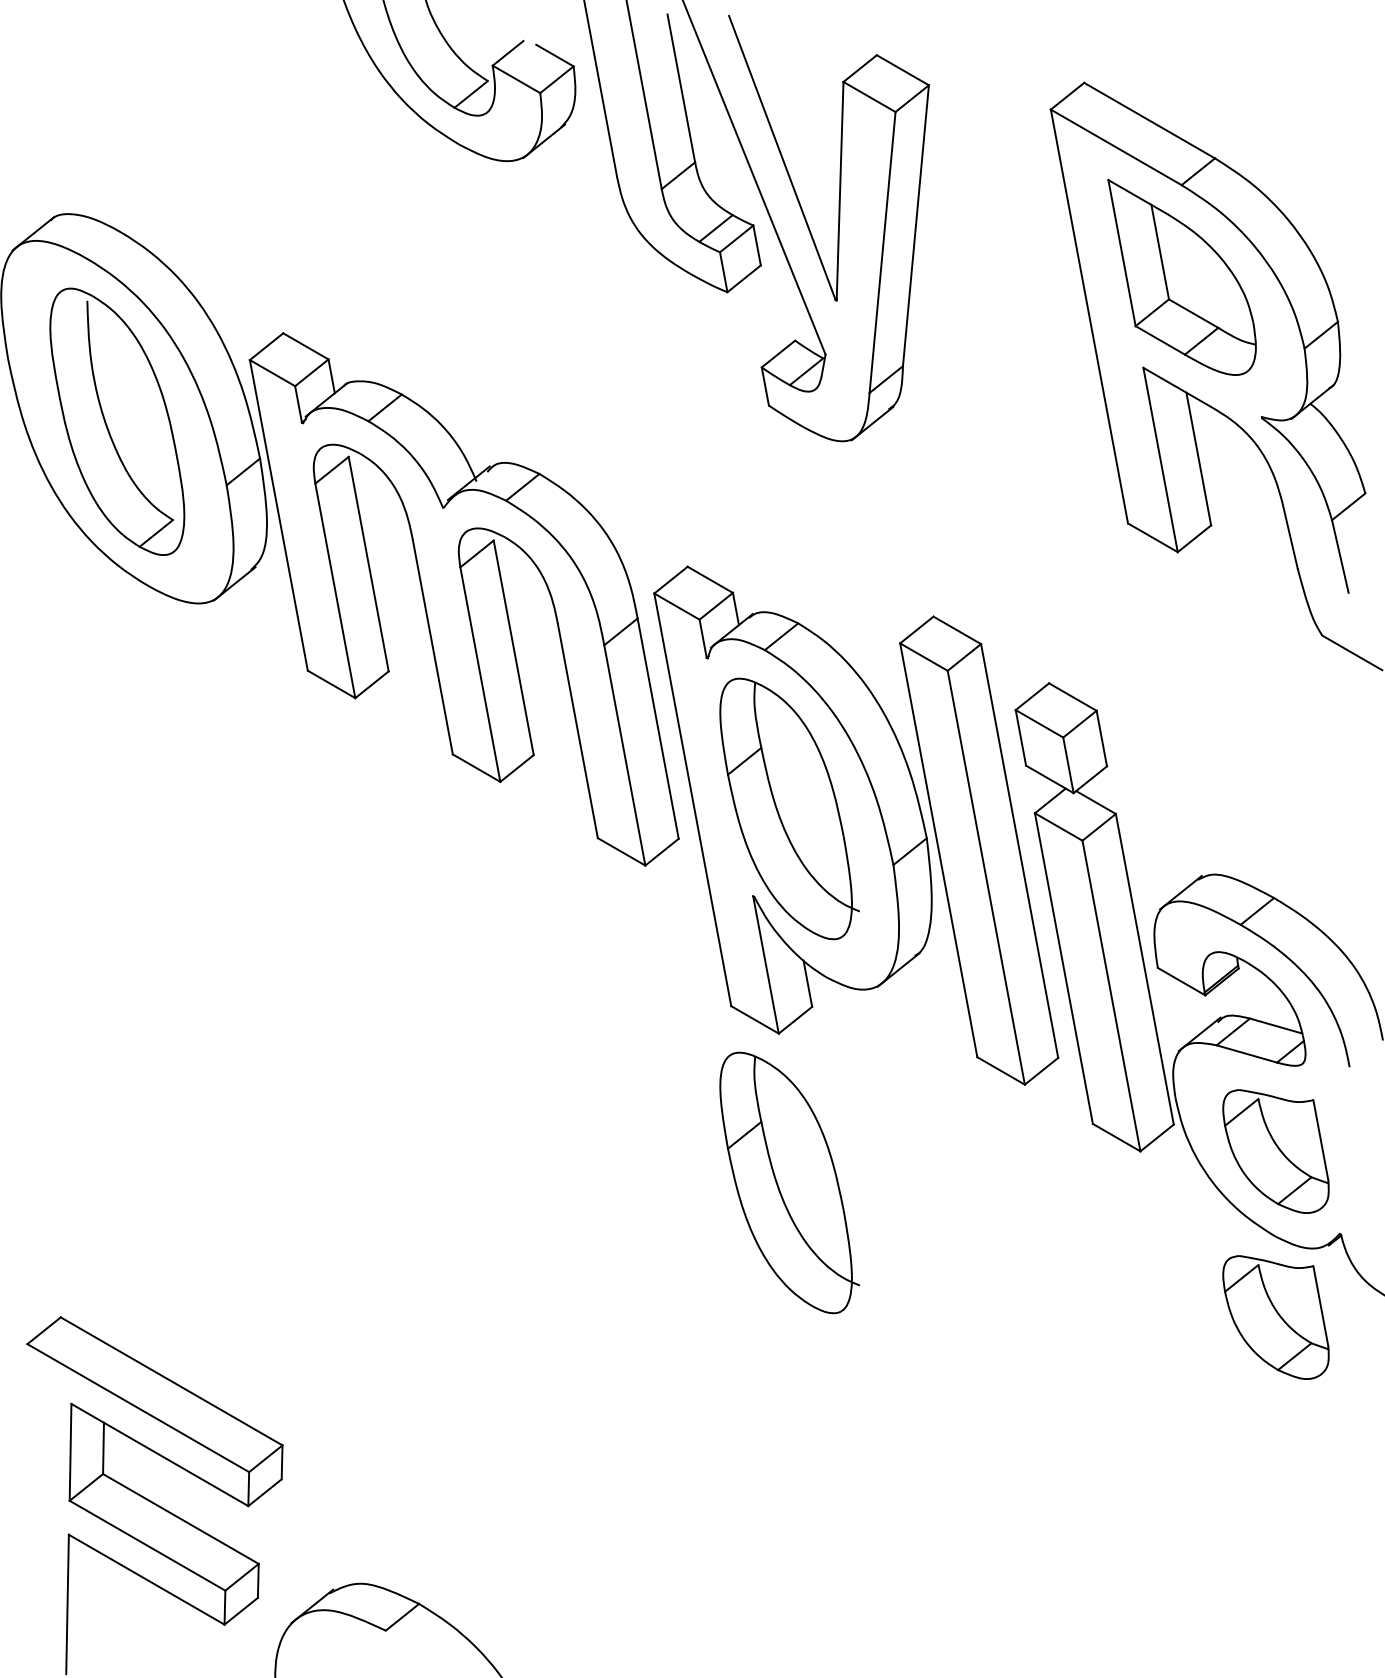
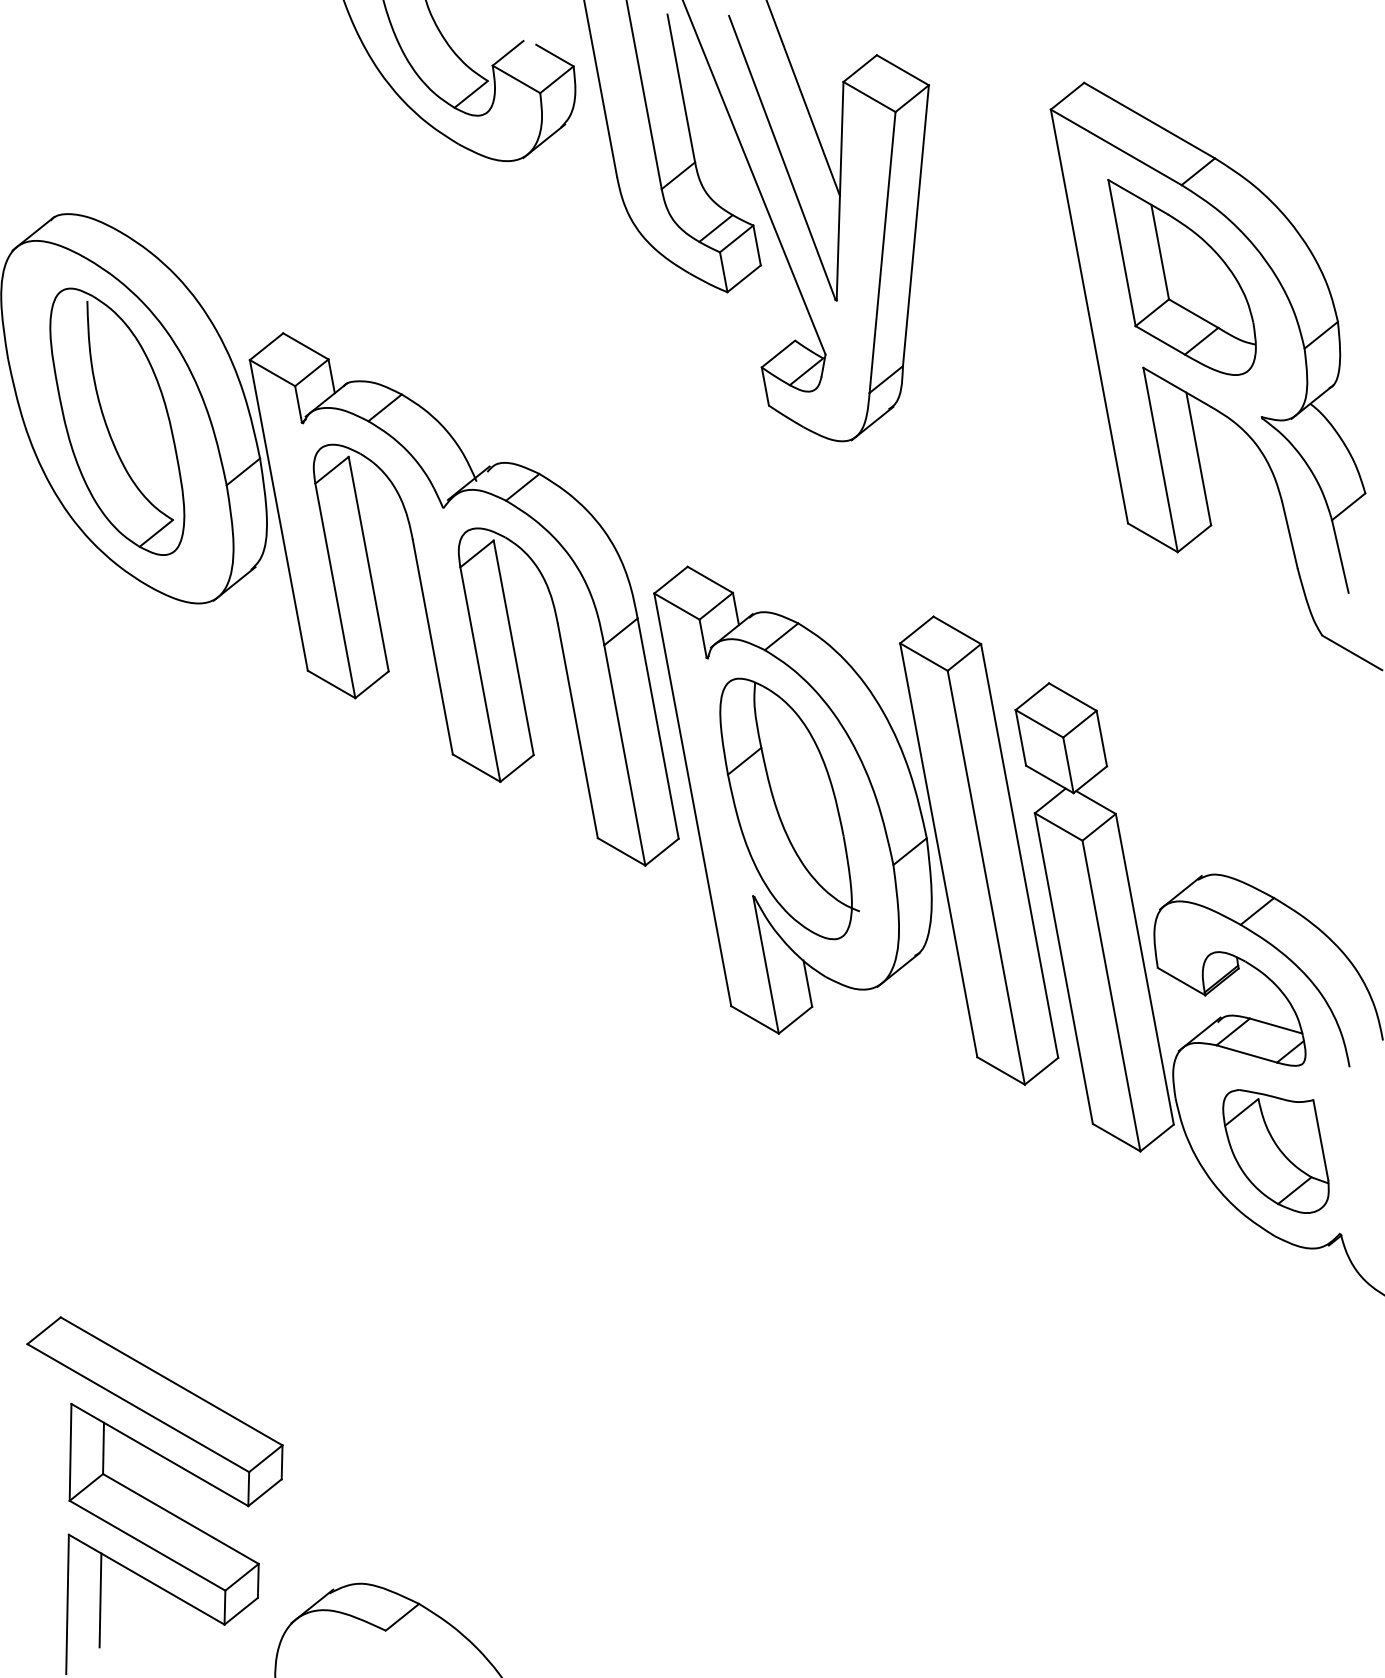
line at (803, 98): none -> present
part at (789, 1182): present -> none
part at (1275, 1317): present -> none
line at (100, 1600): none -> present
